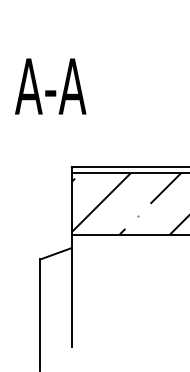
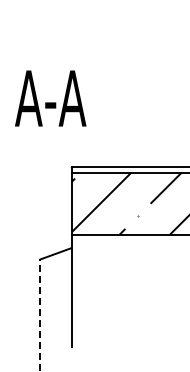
text at (50, 86) position: (50, 86) -> (50, 98)
line at (40, 314): solid -> dashed
